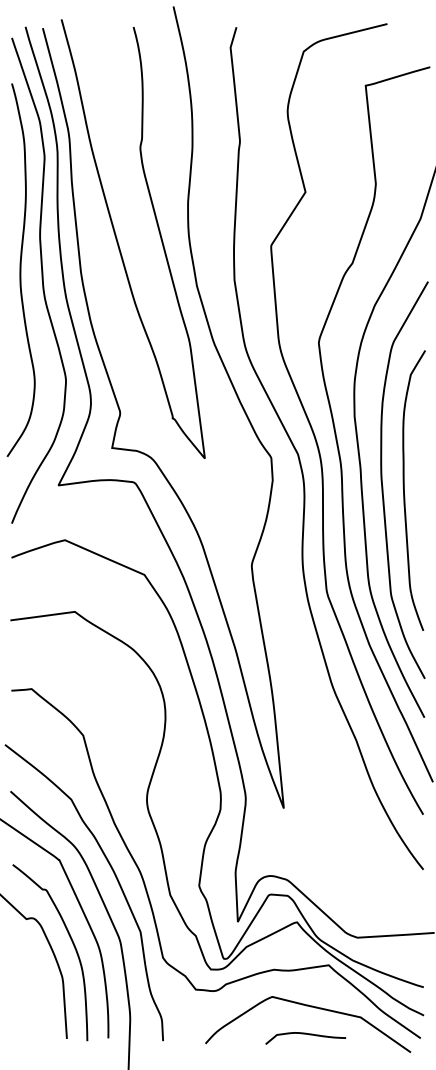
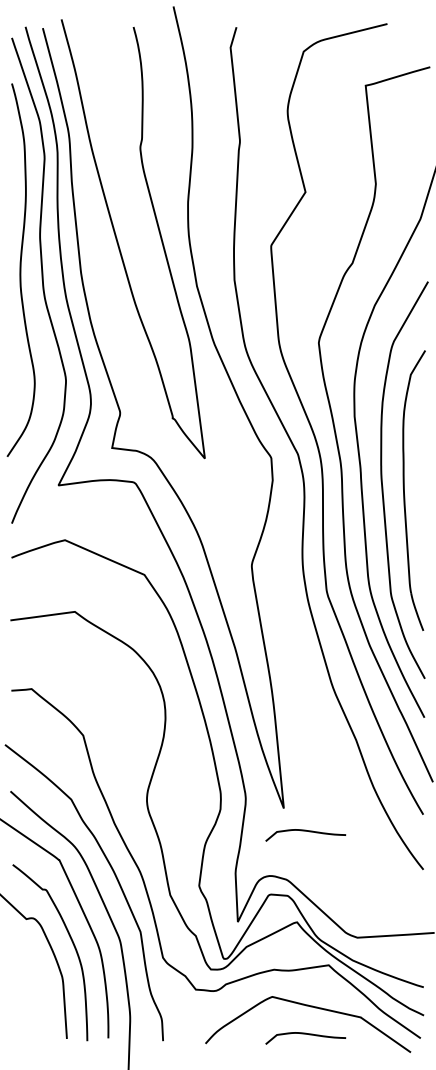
curve at (305, 831): none -> present
